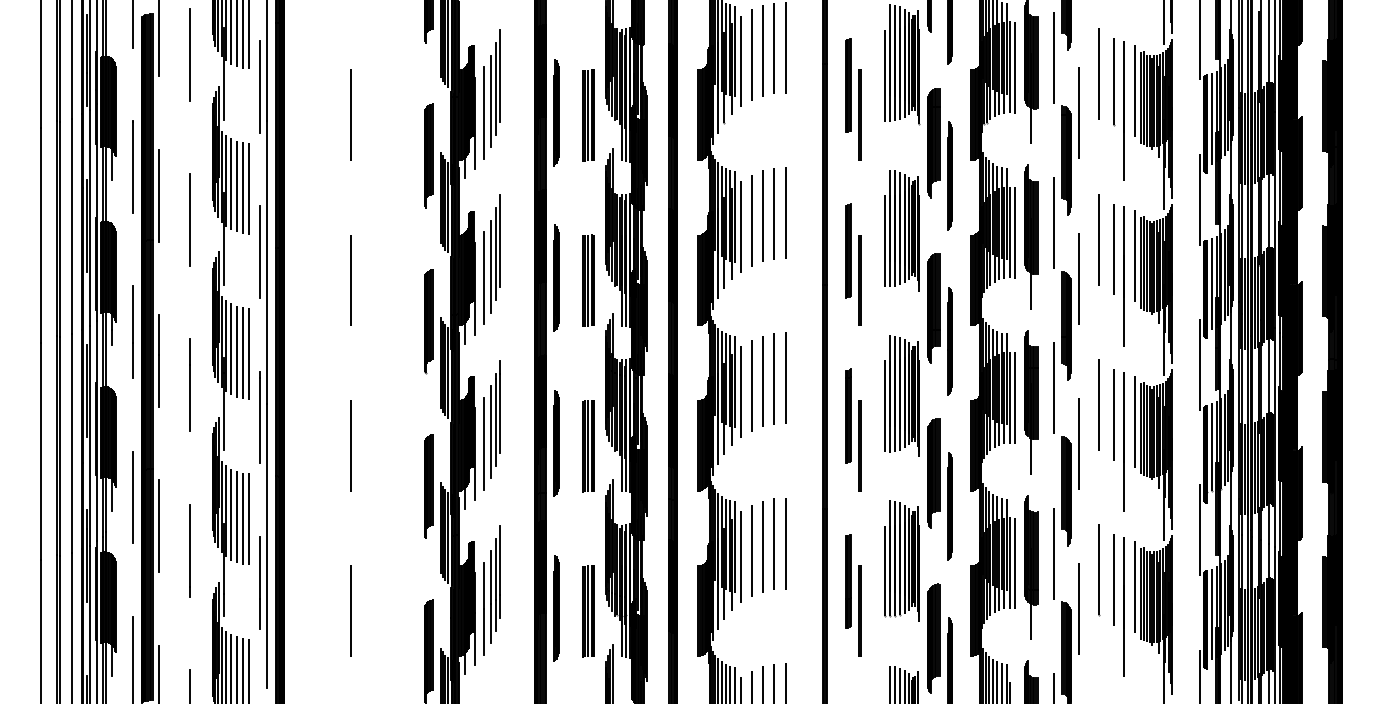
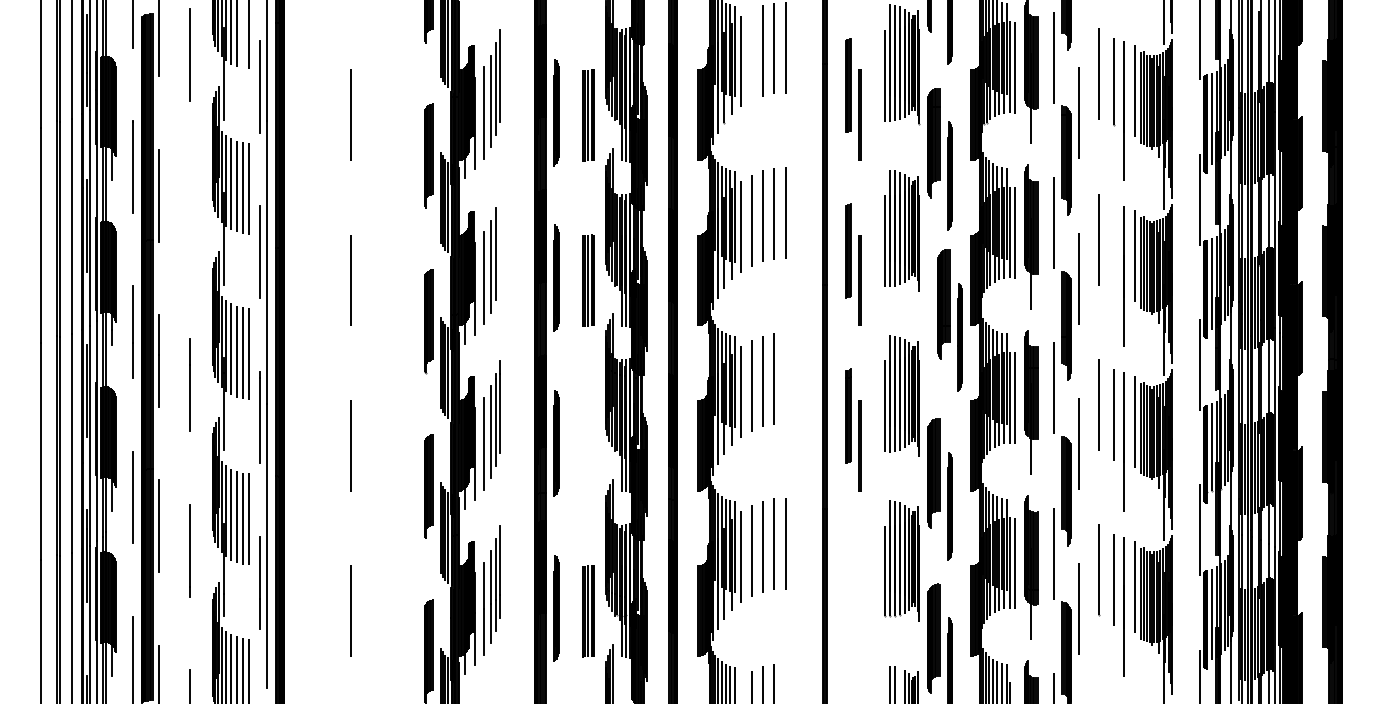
line at (242, 35): present -> none
line at (751, 54): present -> none
line at (189, 220): present -> none
line at (499, 241): present -> none
line at (1113, 249): present -> none
part at (939, 324) position: (939, 324) -> (949, 320)
line at (786, 378): present -> none
part at (588, 446): present -> none
part at (853, 595): present -> none
line at (786, 681): present -> none
line at (900, 683): present -> none
line at (741, 688): present -> none
